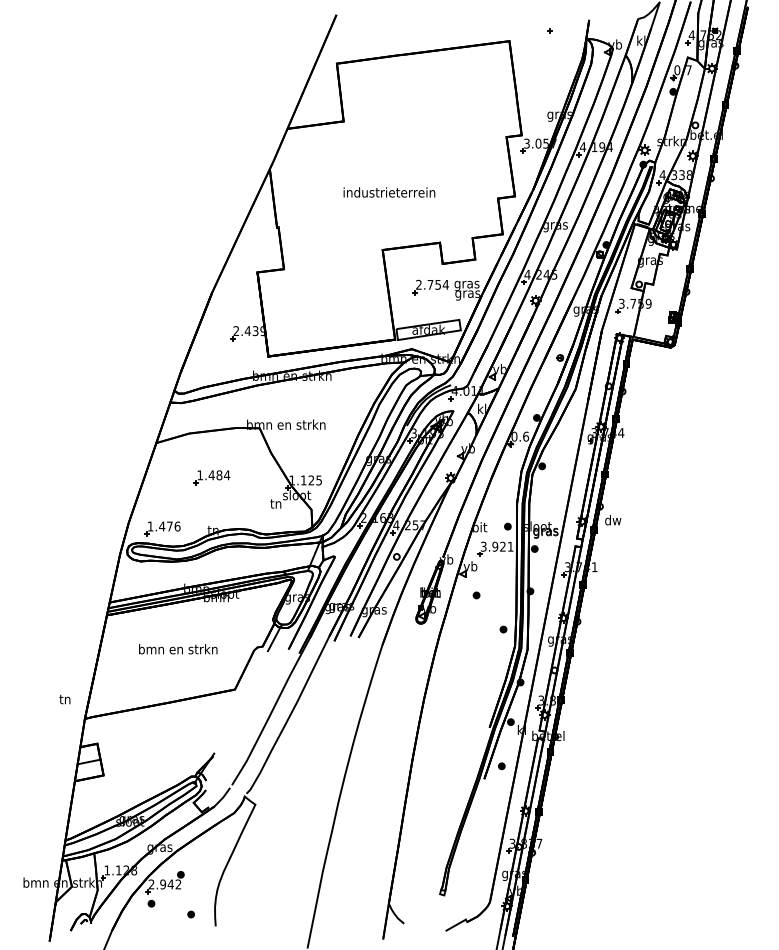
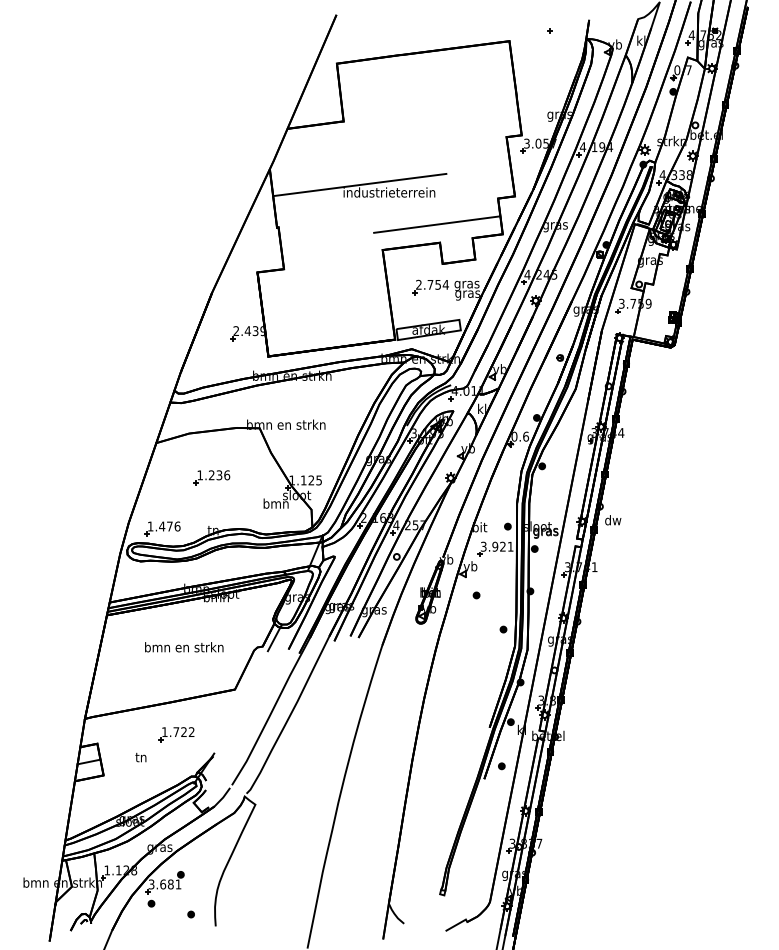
line at (359, 184): none -> present
line at (436, 224): none -> present
text at (219, 475): 1.484 -> 1.236
text at (275, 503): tn -> bmn
text at (178, 649) position: (178, 649) -> (184, 647)
text at (64, 699) position: (64, 699) -> (140, 757)
part at (176, 734): none -> present
text at (164, 884): 2.942 -> 3.681
